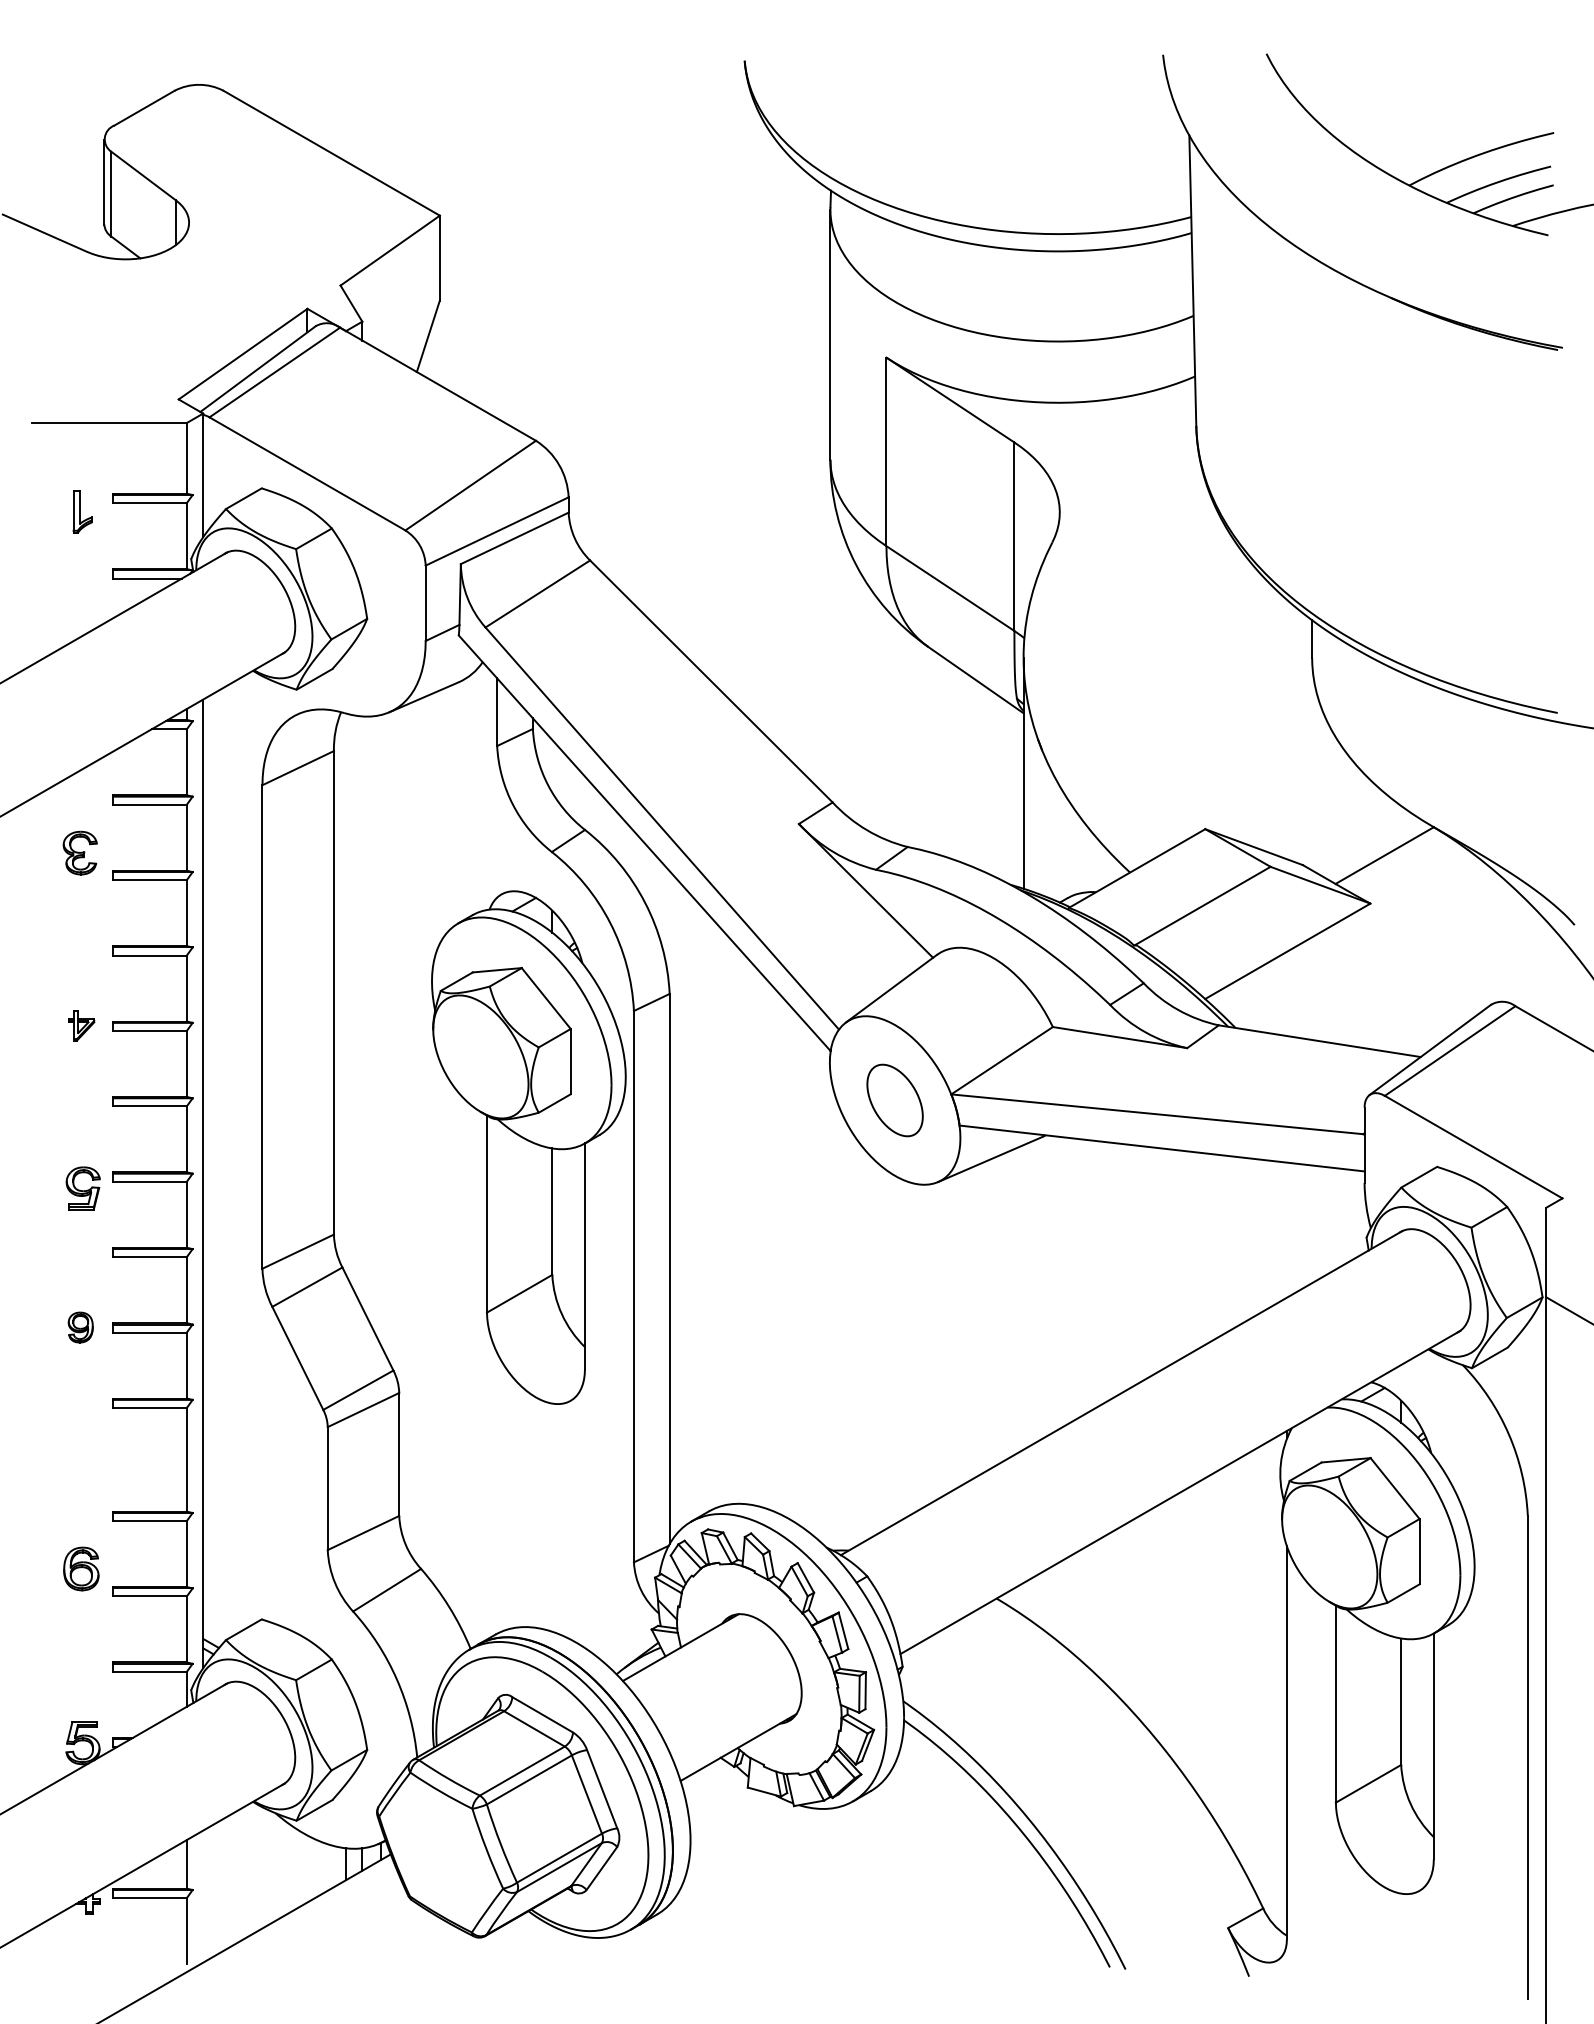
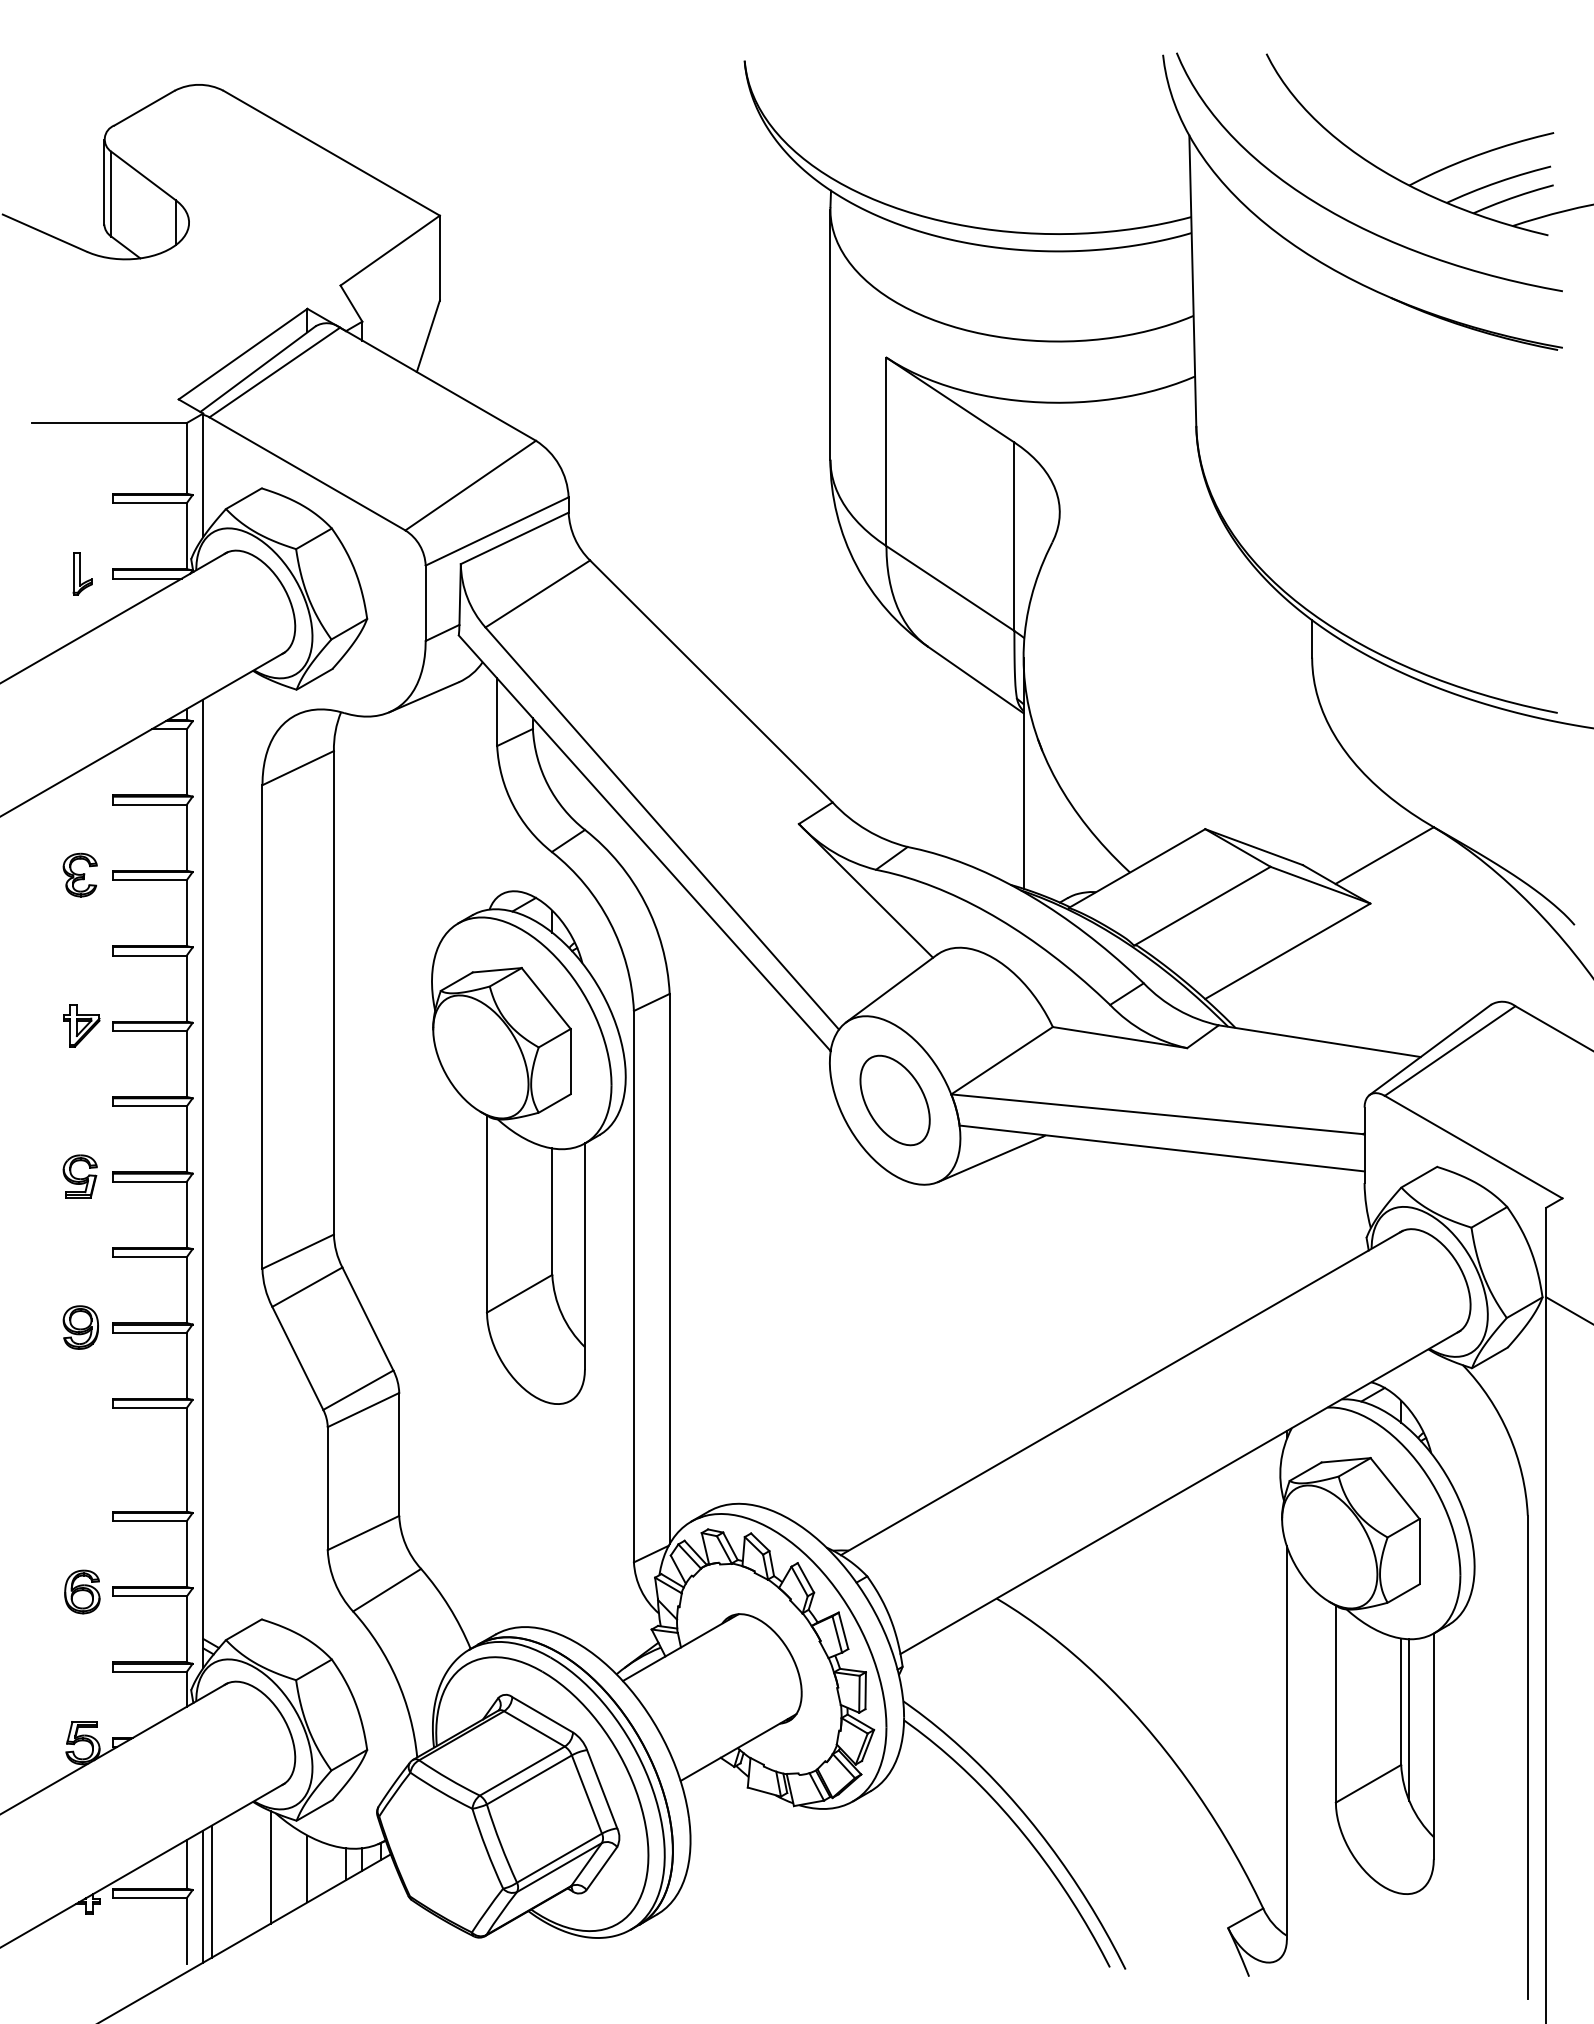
curve at (1340, 215): none -> present
part at (82, 511) position: (82, 511) -> (82, 573)
part at (79, 852) position: (79, 852) -> (79, 874)
part at (81, 1025) size: 28x32 px -> 38x44 px
part at (894, 1100) size: 58x75 px -> 72x93 px
part at (82, 1188) position: (82, 1188) -> (79, 1176)
part at (80, 1327) size: 27x33 px -> 37x45 px
part at (81, 1568) position: (81, 1568) -> (82, 1591)
line at (1409, 1719): none -> present
line at (270, 1867): none -> present
line at (307, 1868): none -> present
line at (211, 1891): none -> present
line at (203, 1896): none -> present
